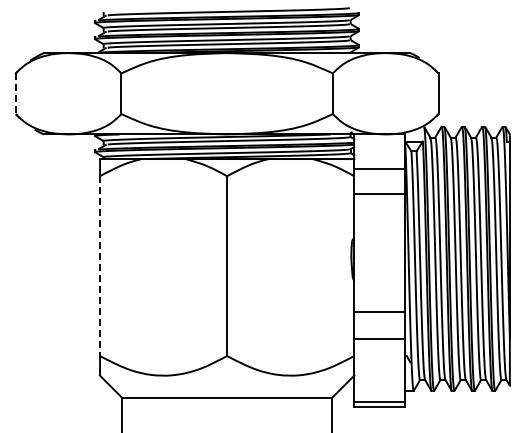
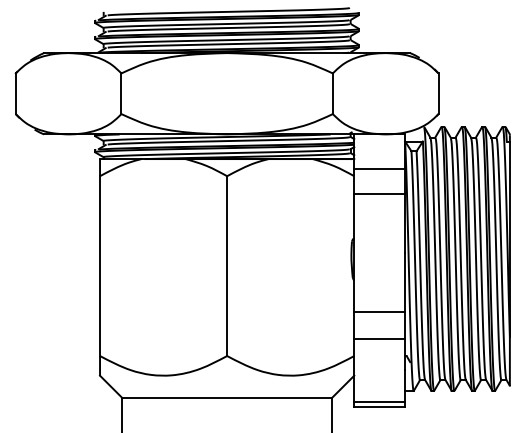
line at (15, 94): dashed -> solid
line at (100, 266): dashed -> solid
